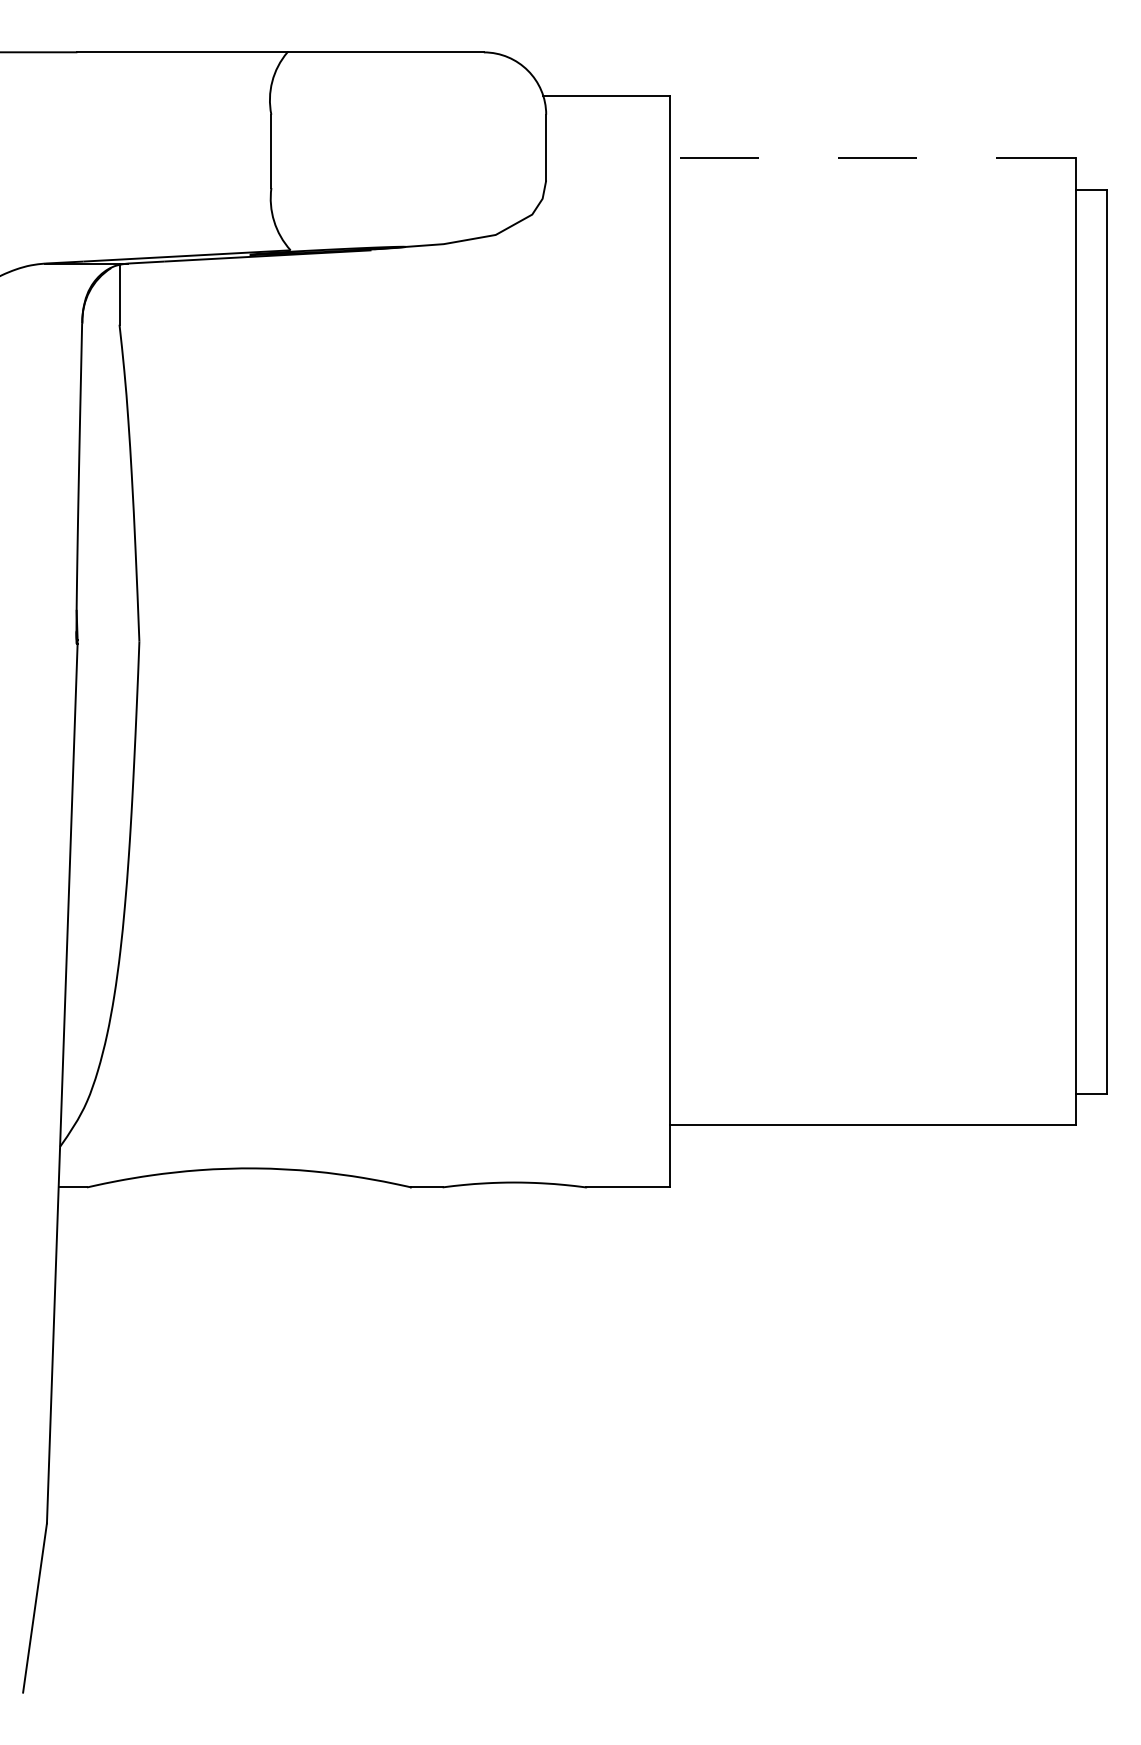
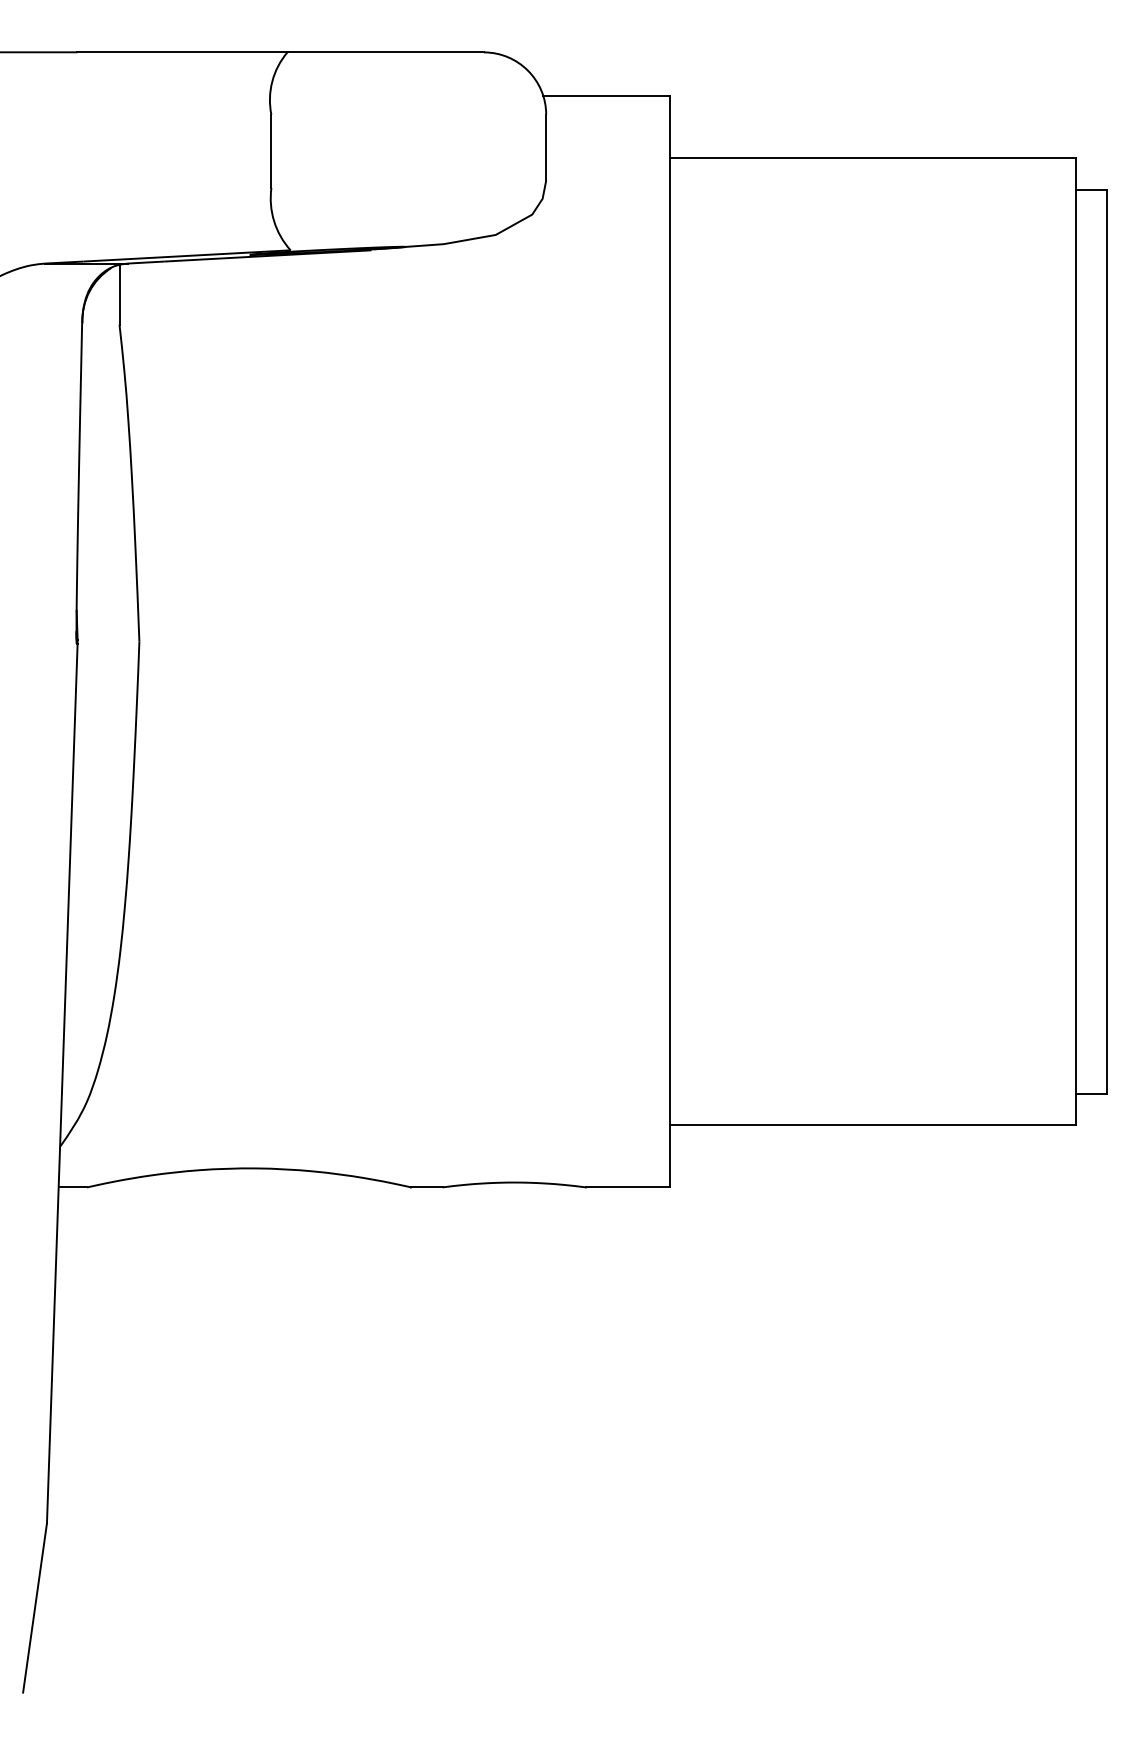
line at (872, 158): dashed -> solid
